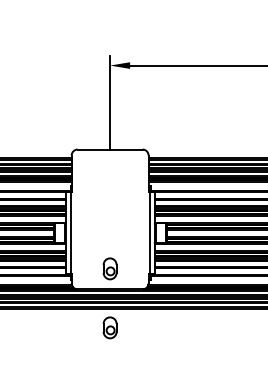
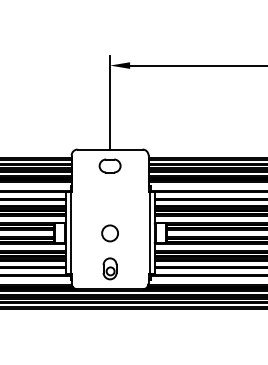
part at (109, 165): none -> present
circle at (109, 233): none -> present
part at (109, 327): present -> none
